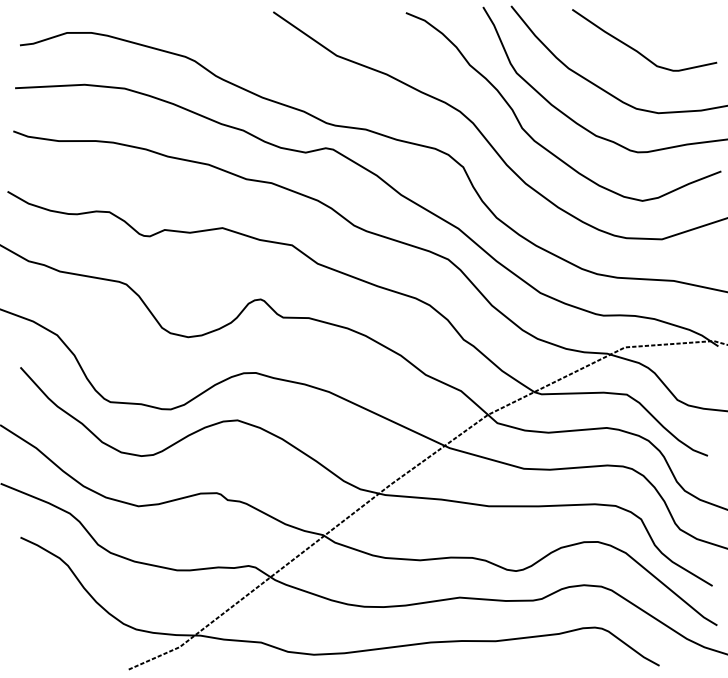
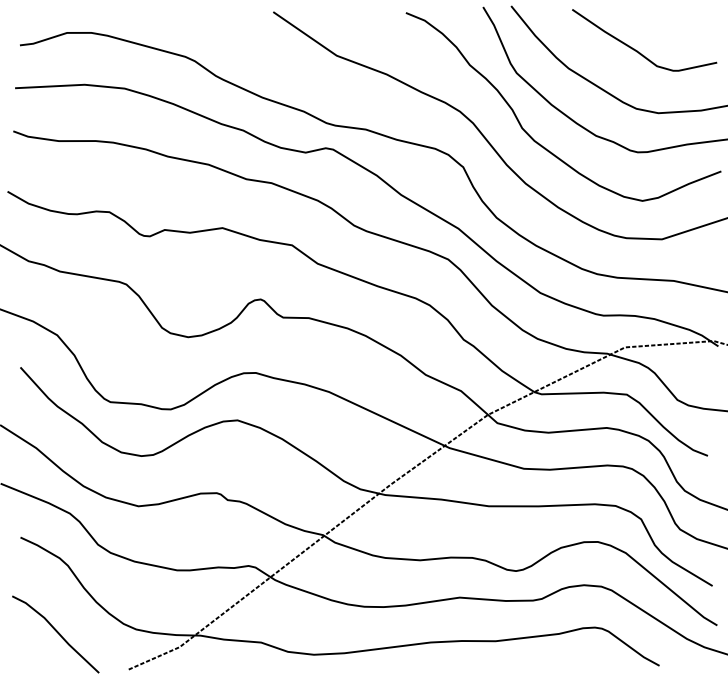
part at (55, 634): none -> present
